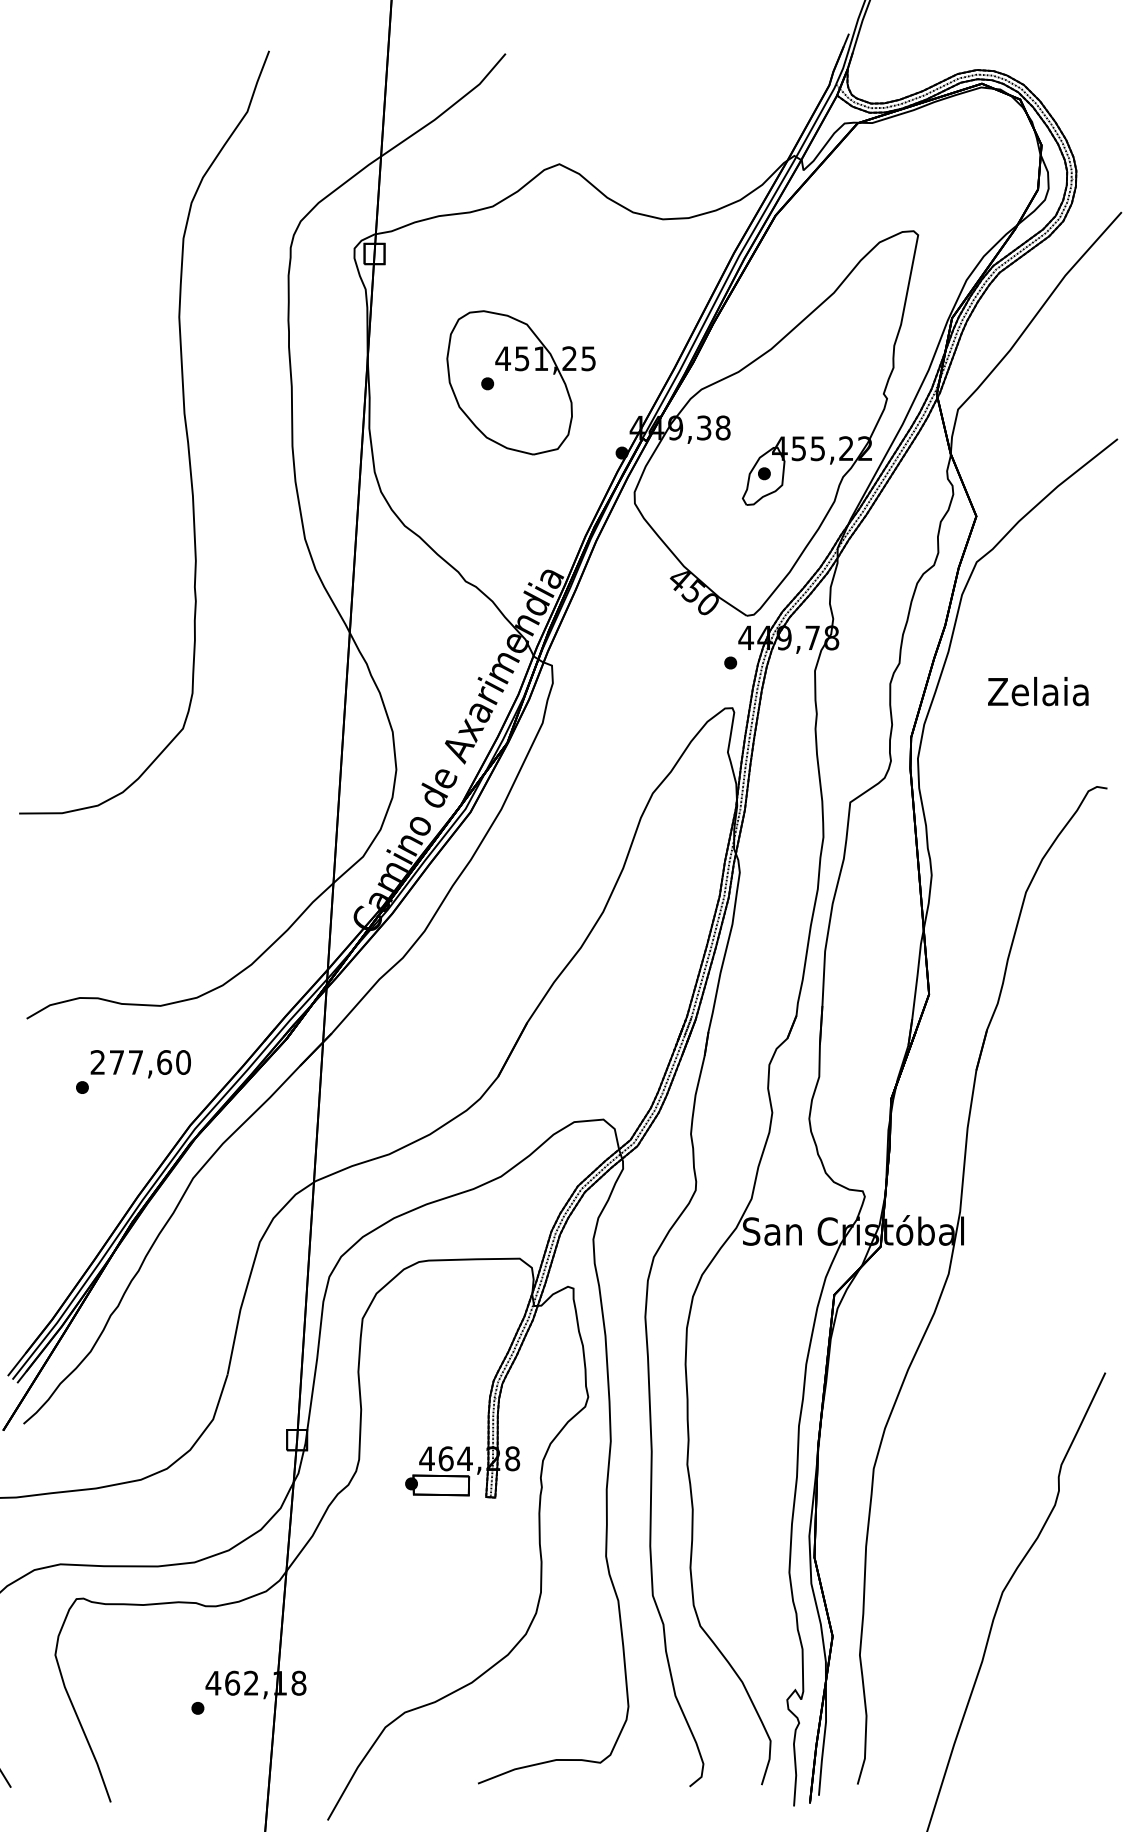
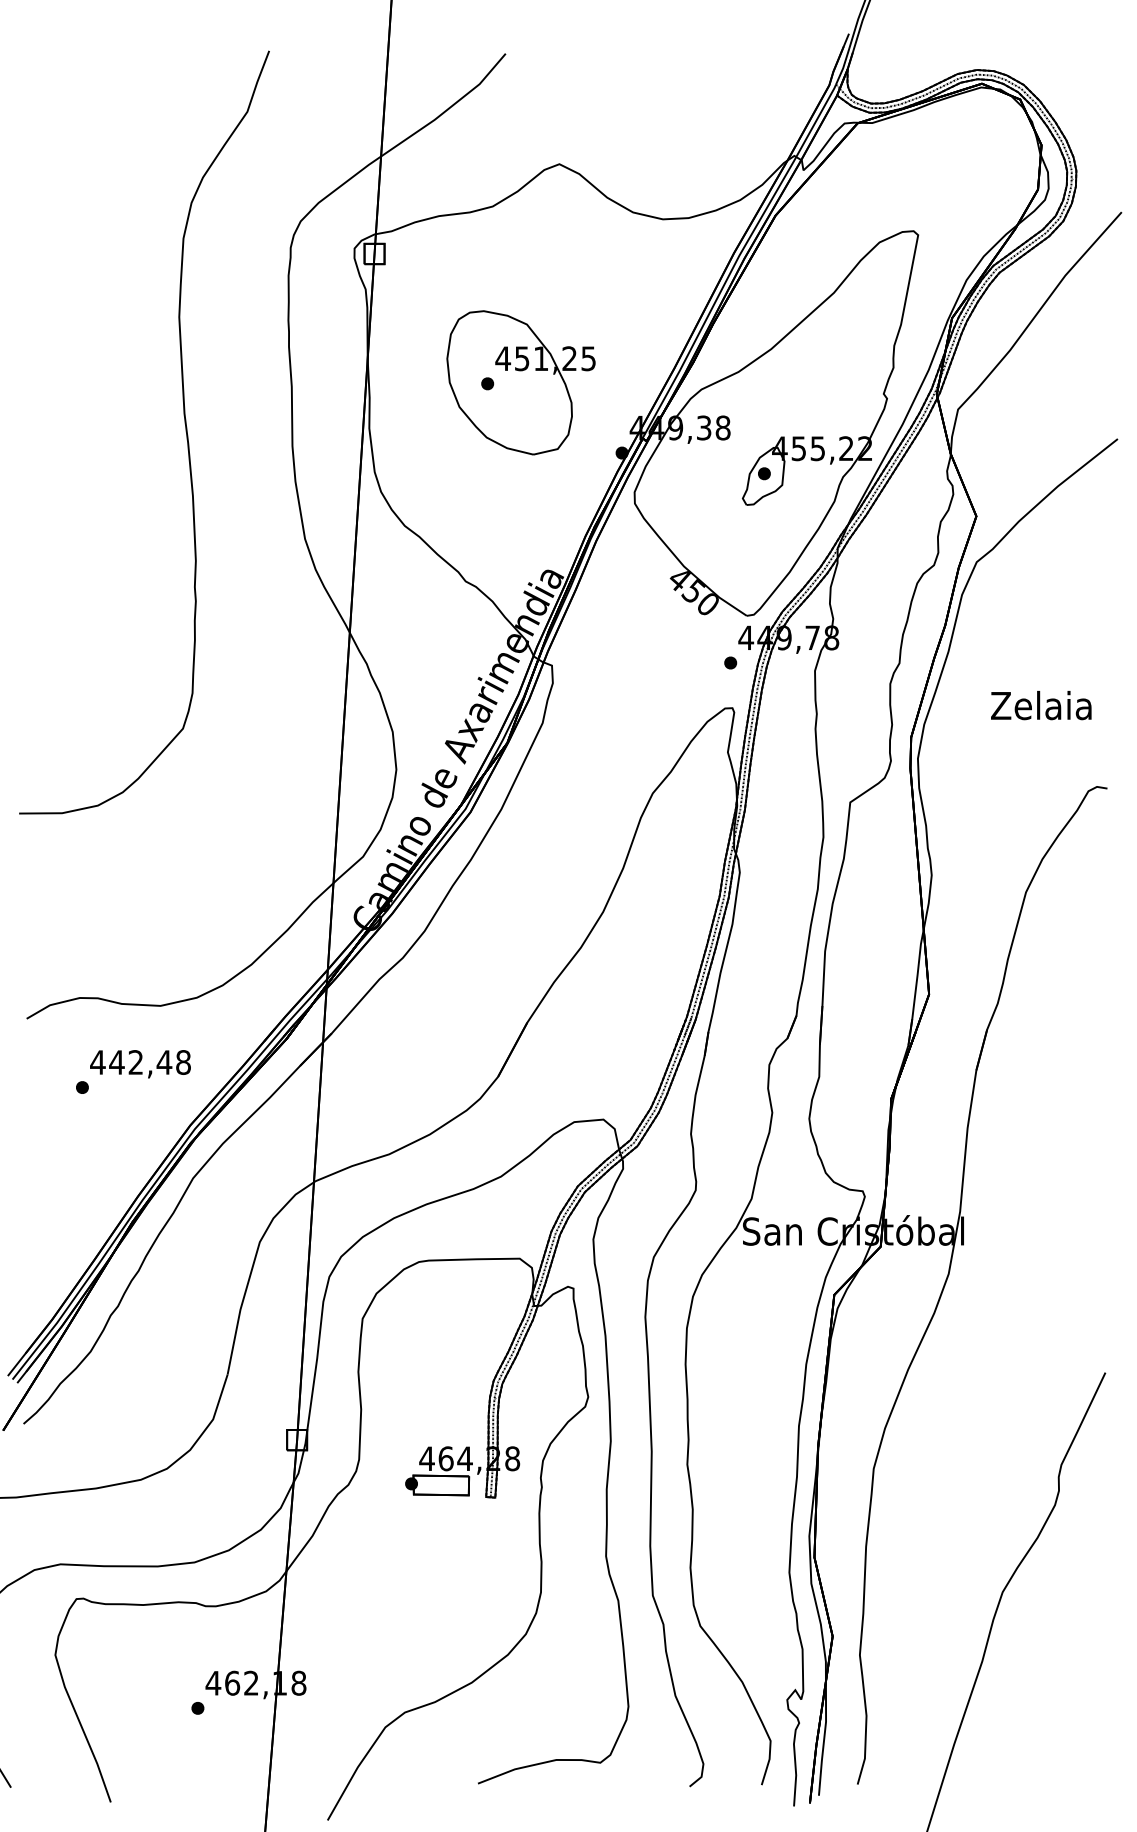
text at (1038, 691) position: (1038, 691) -> (1041, 705)
text at (140, 1062): 277,60 -> 442,48
